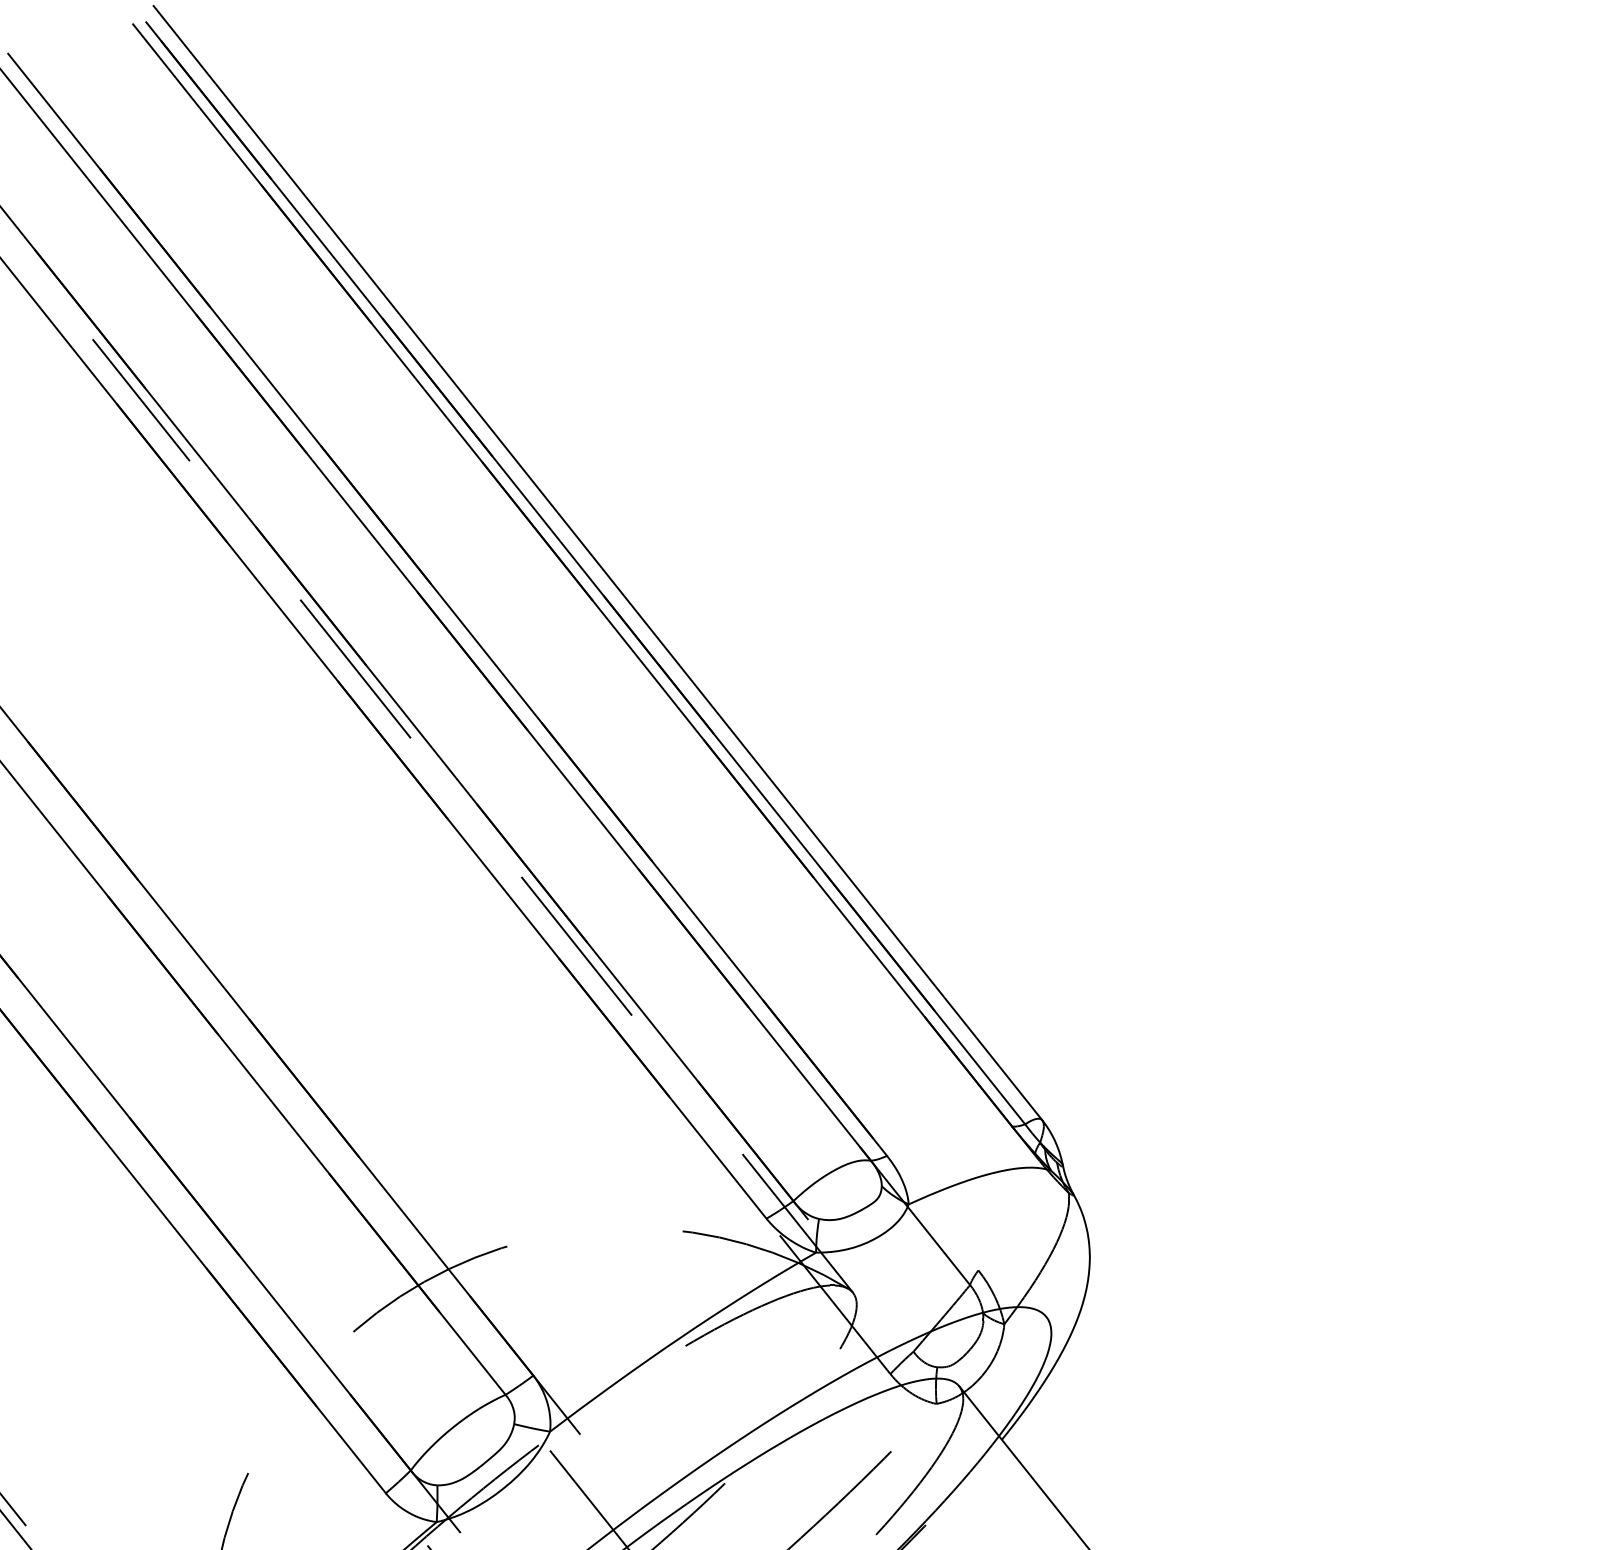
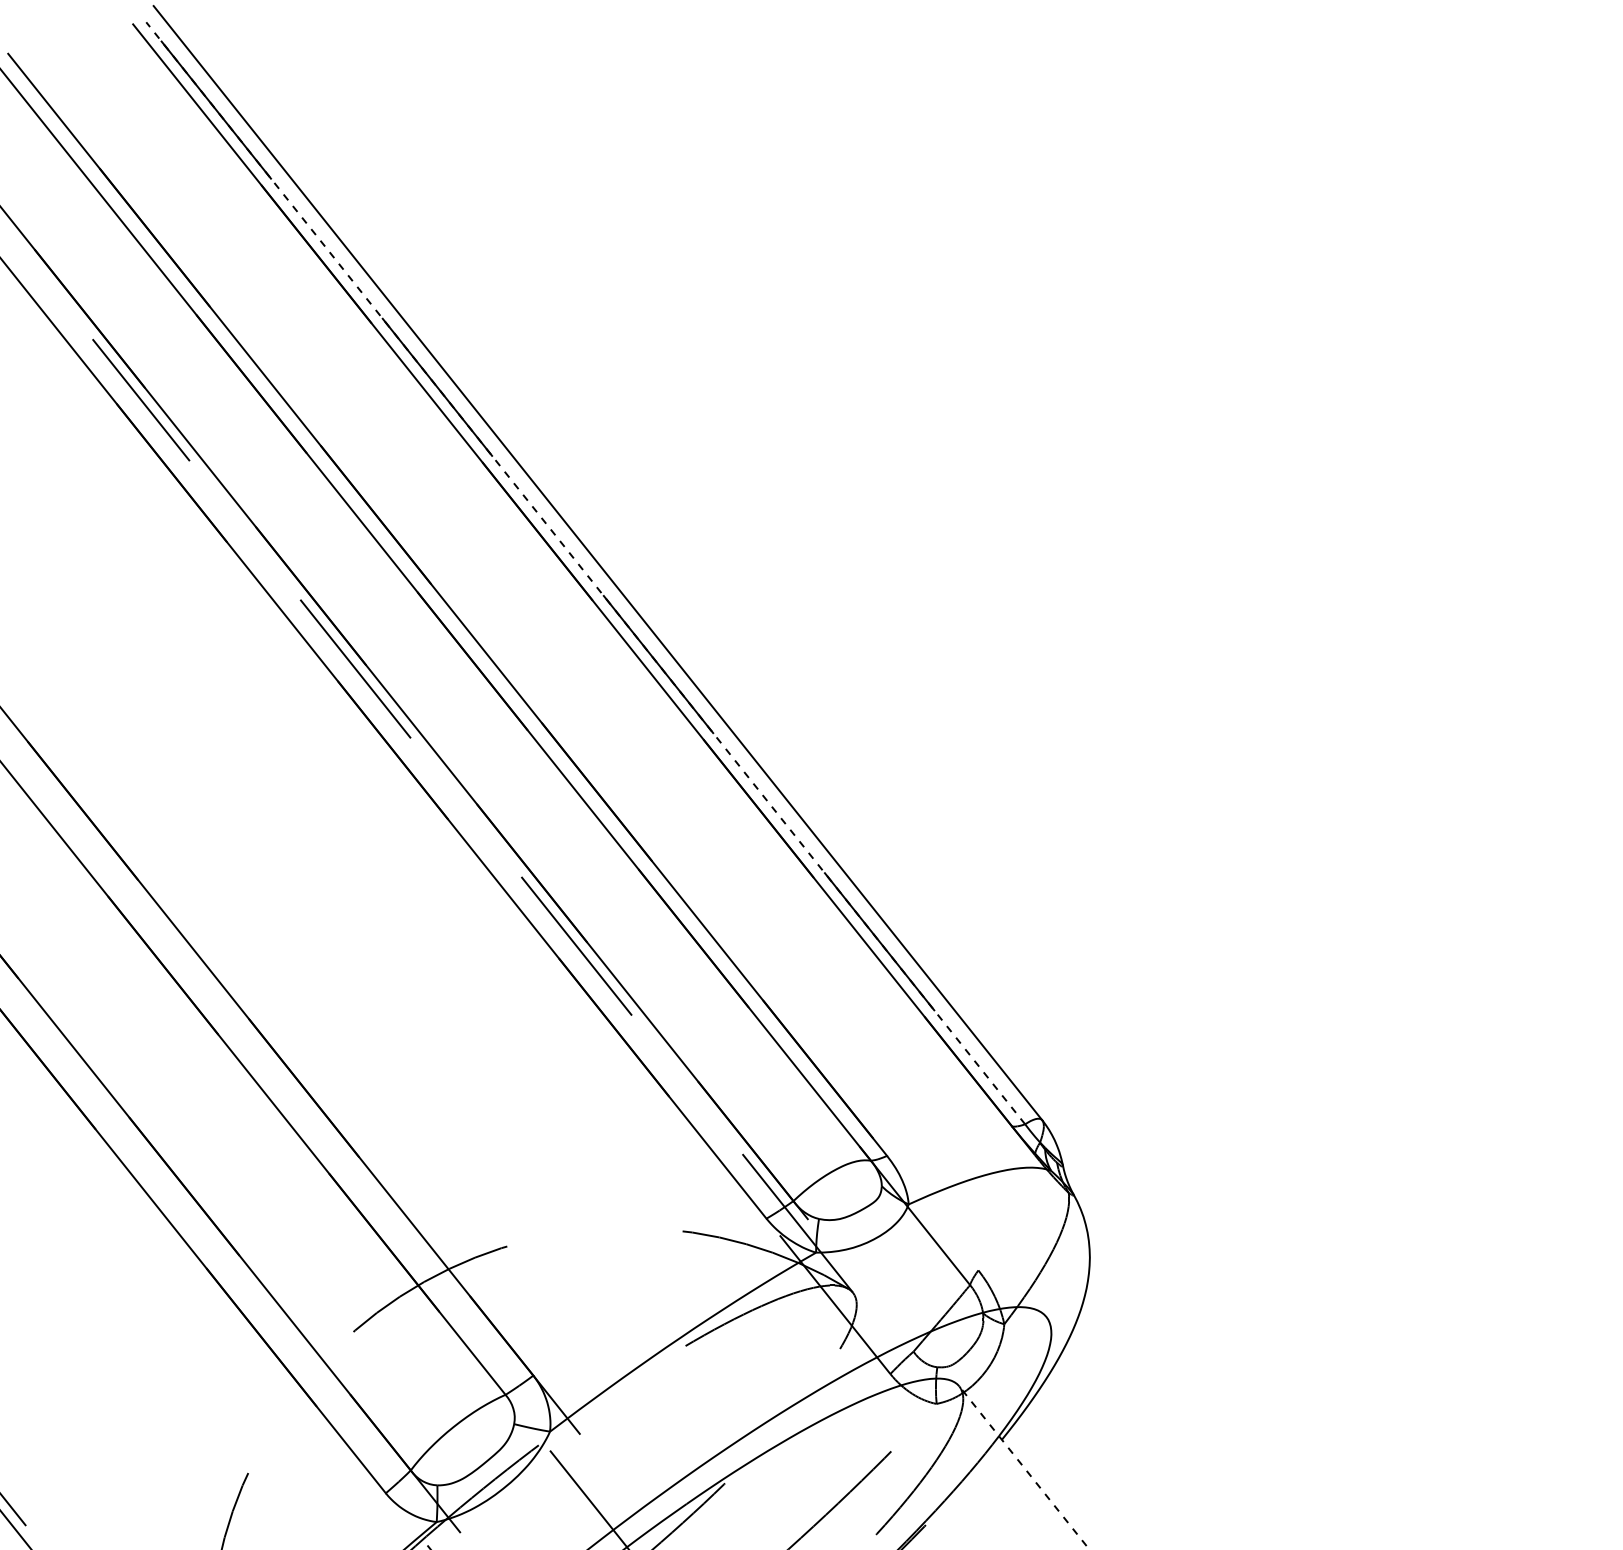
line at (585, 573): solid -> dashed
line at (1024, 1467): solid -> dashed
